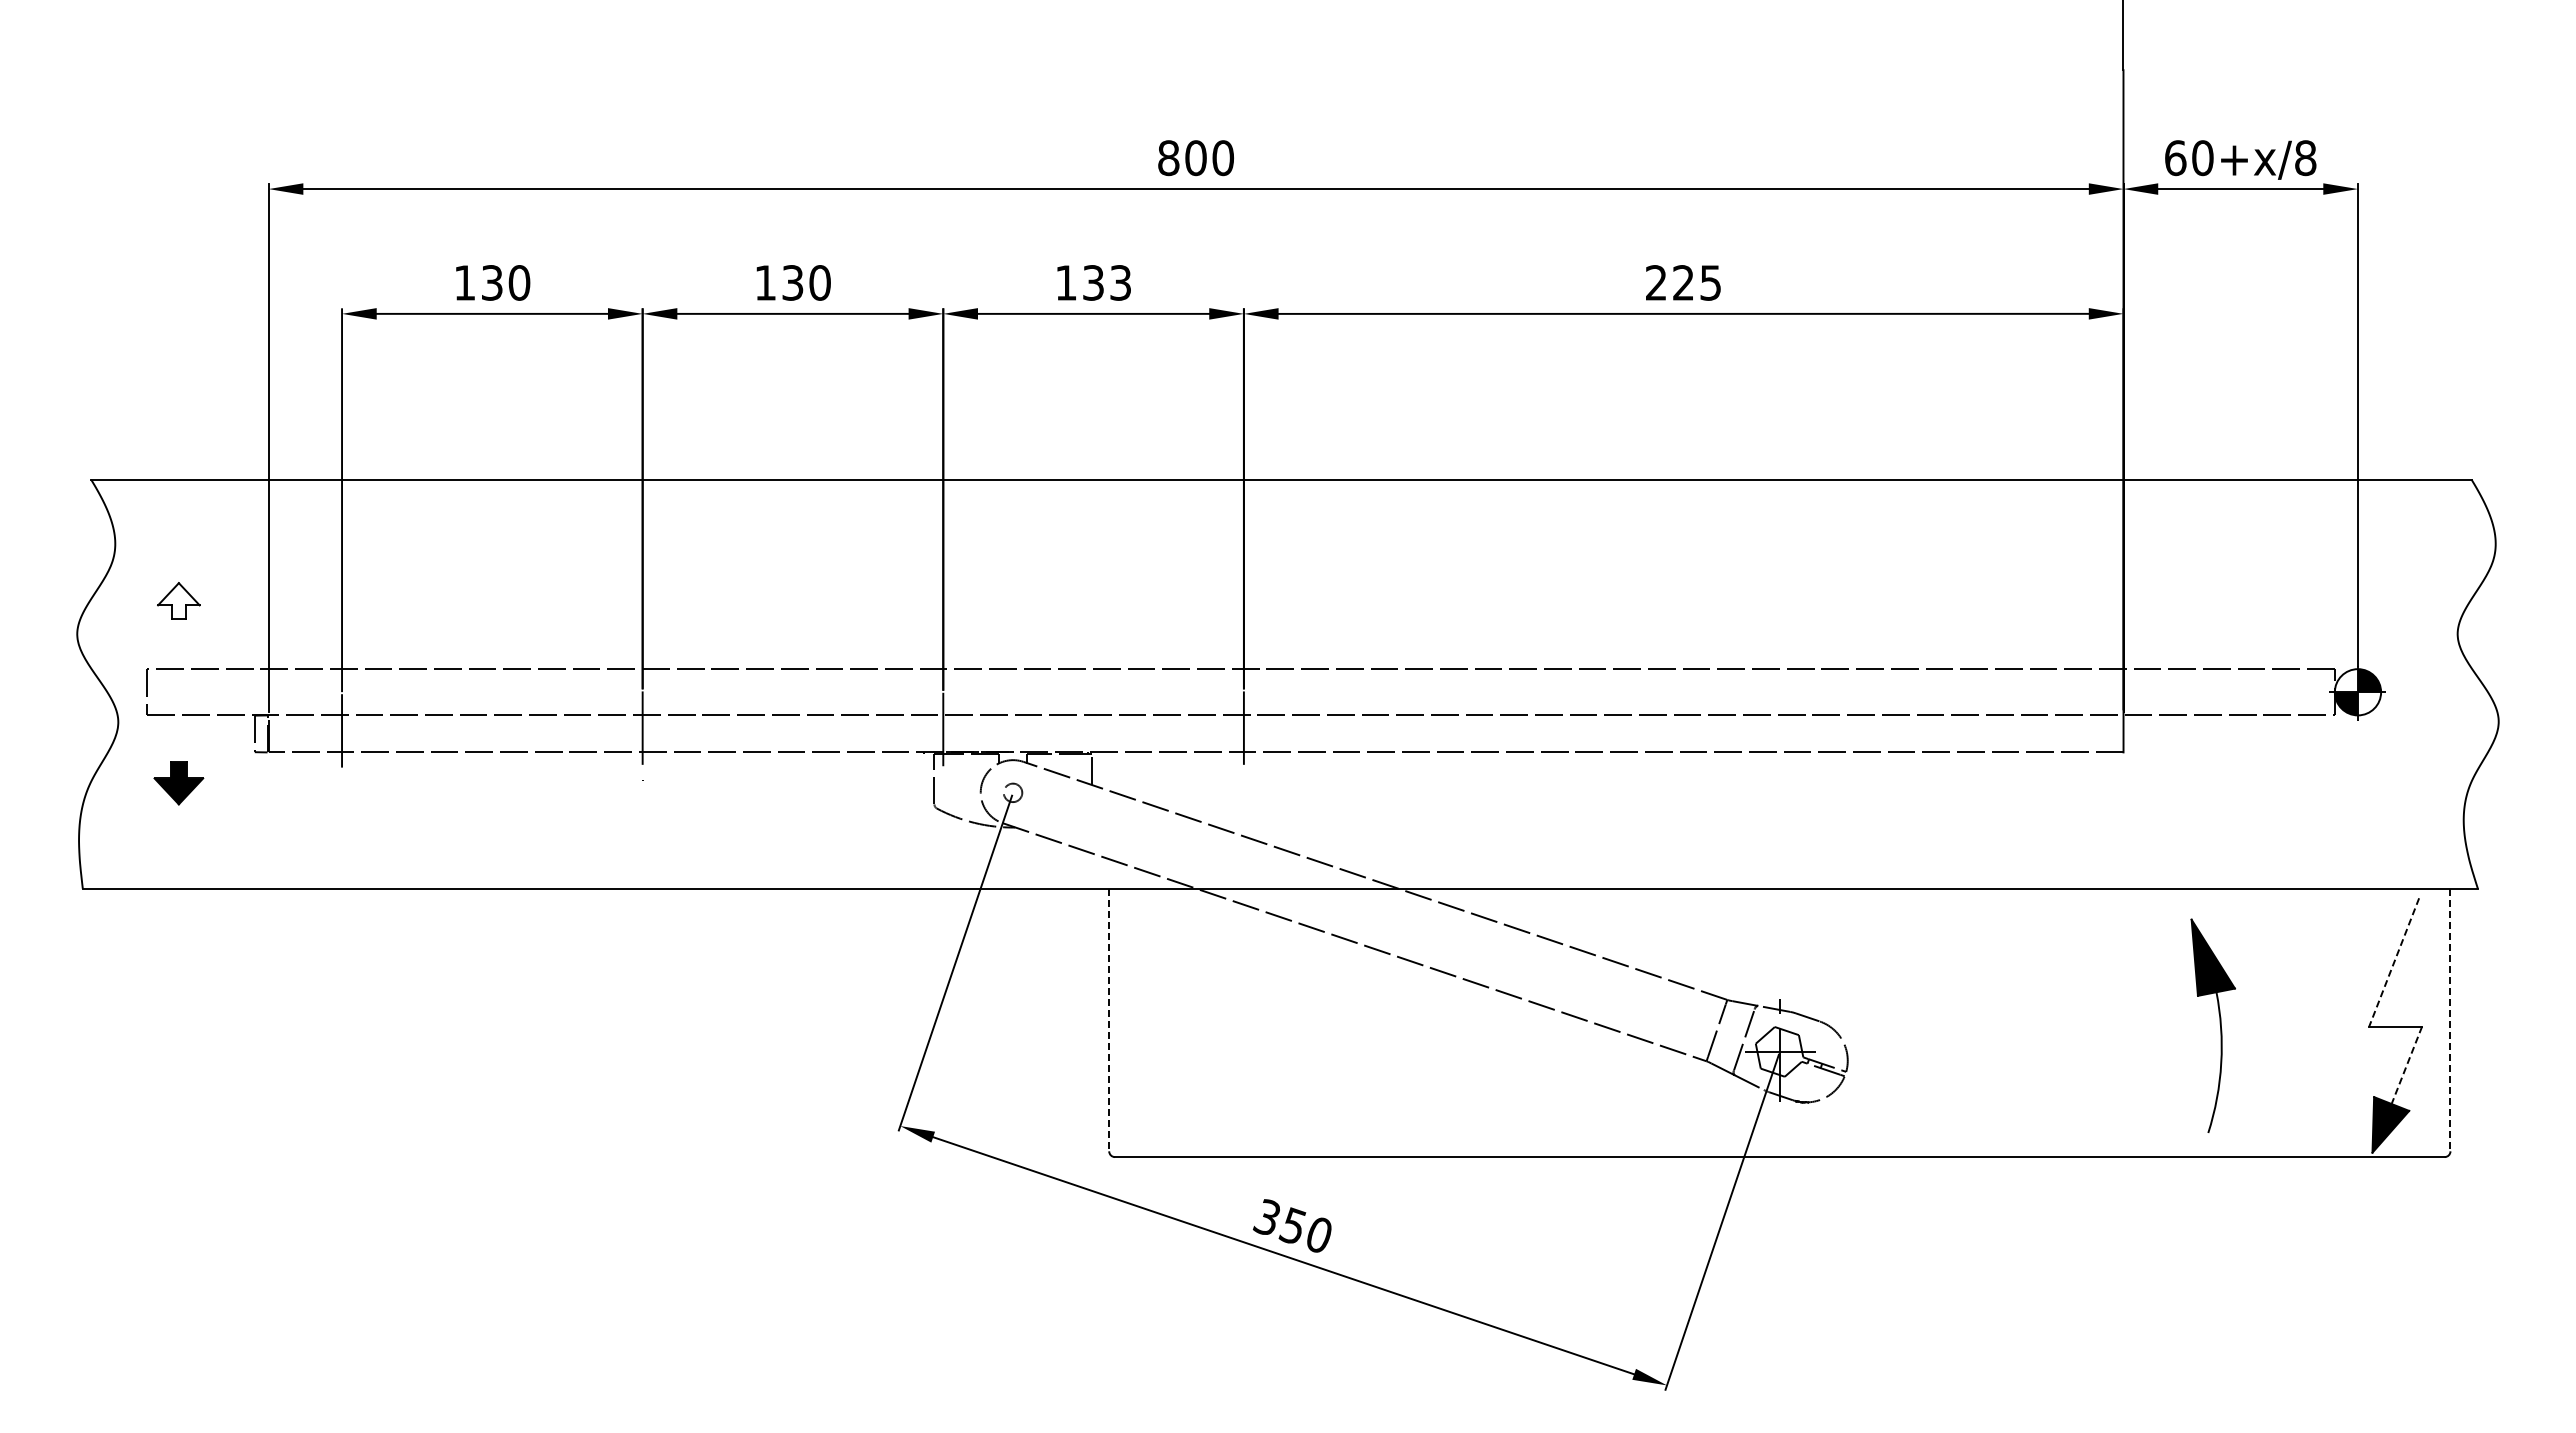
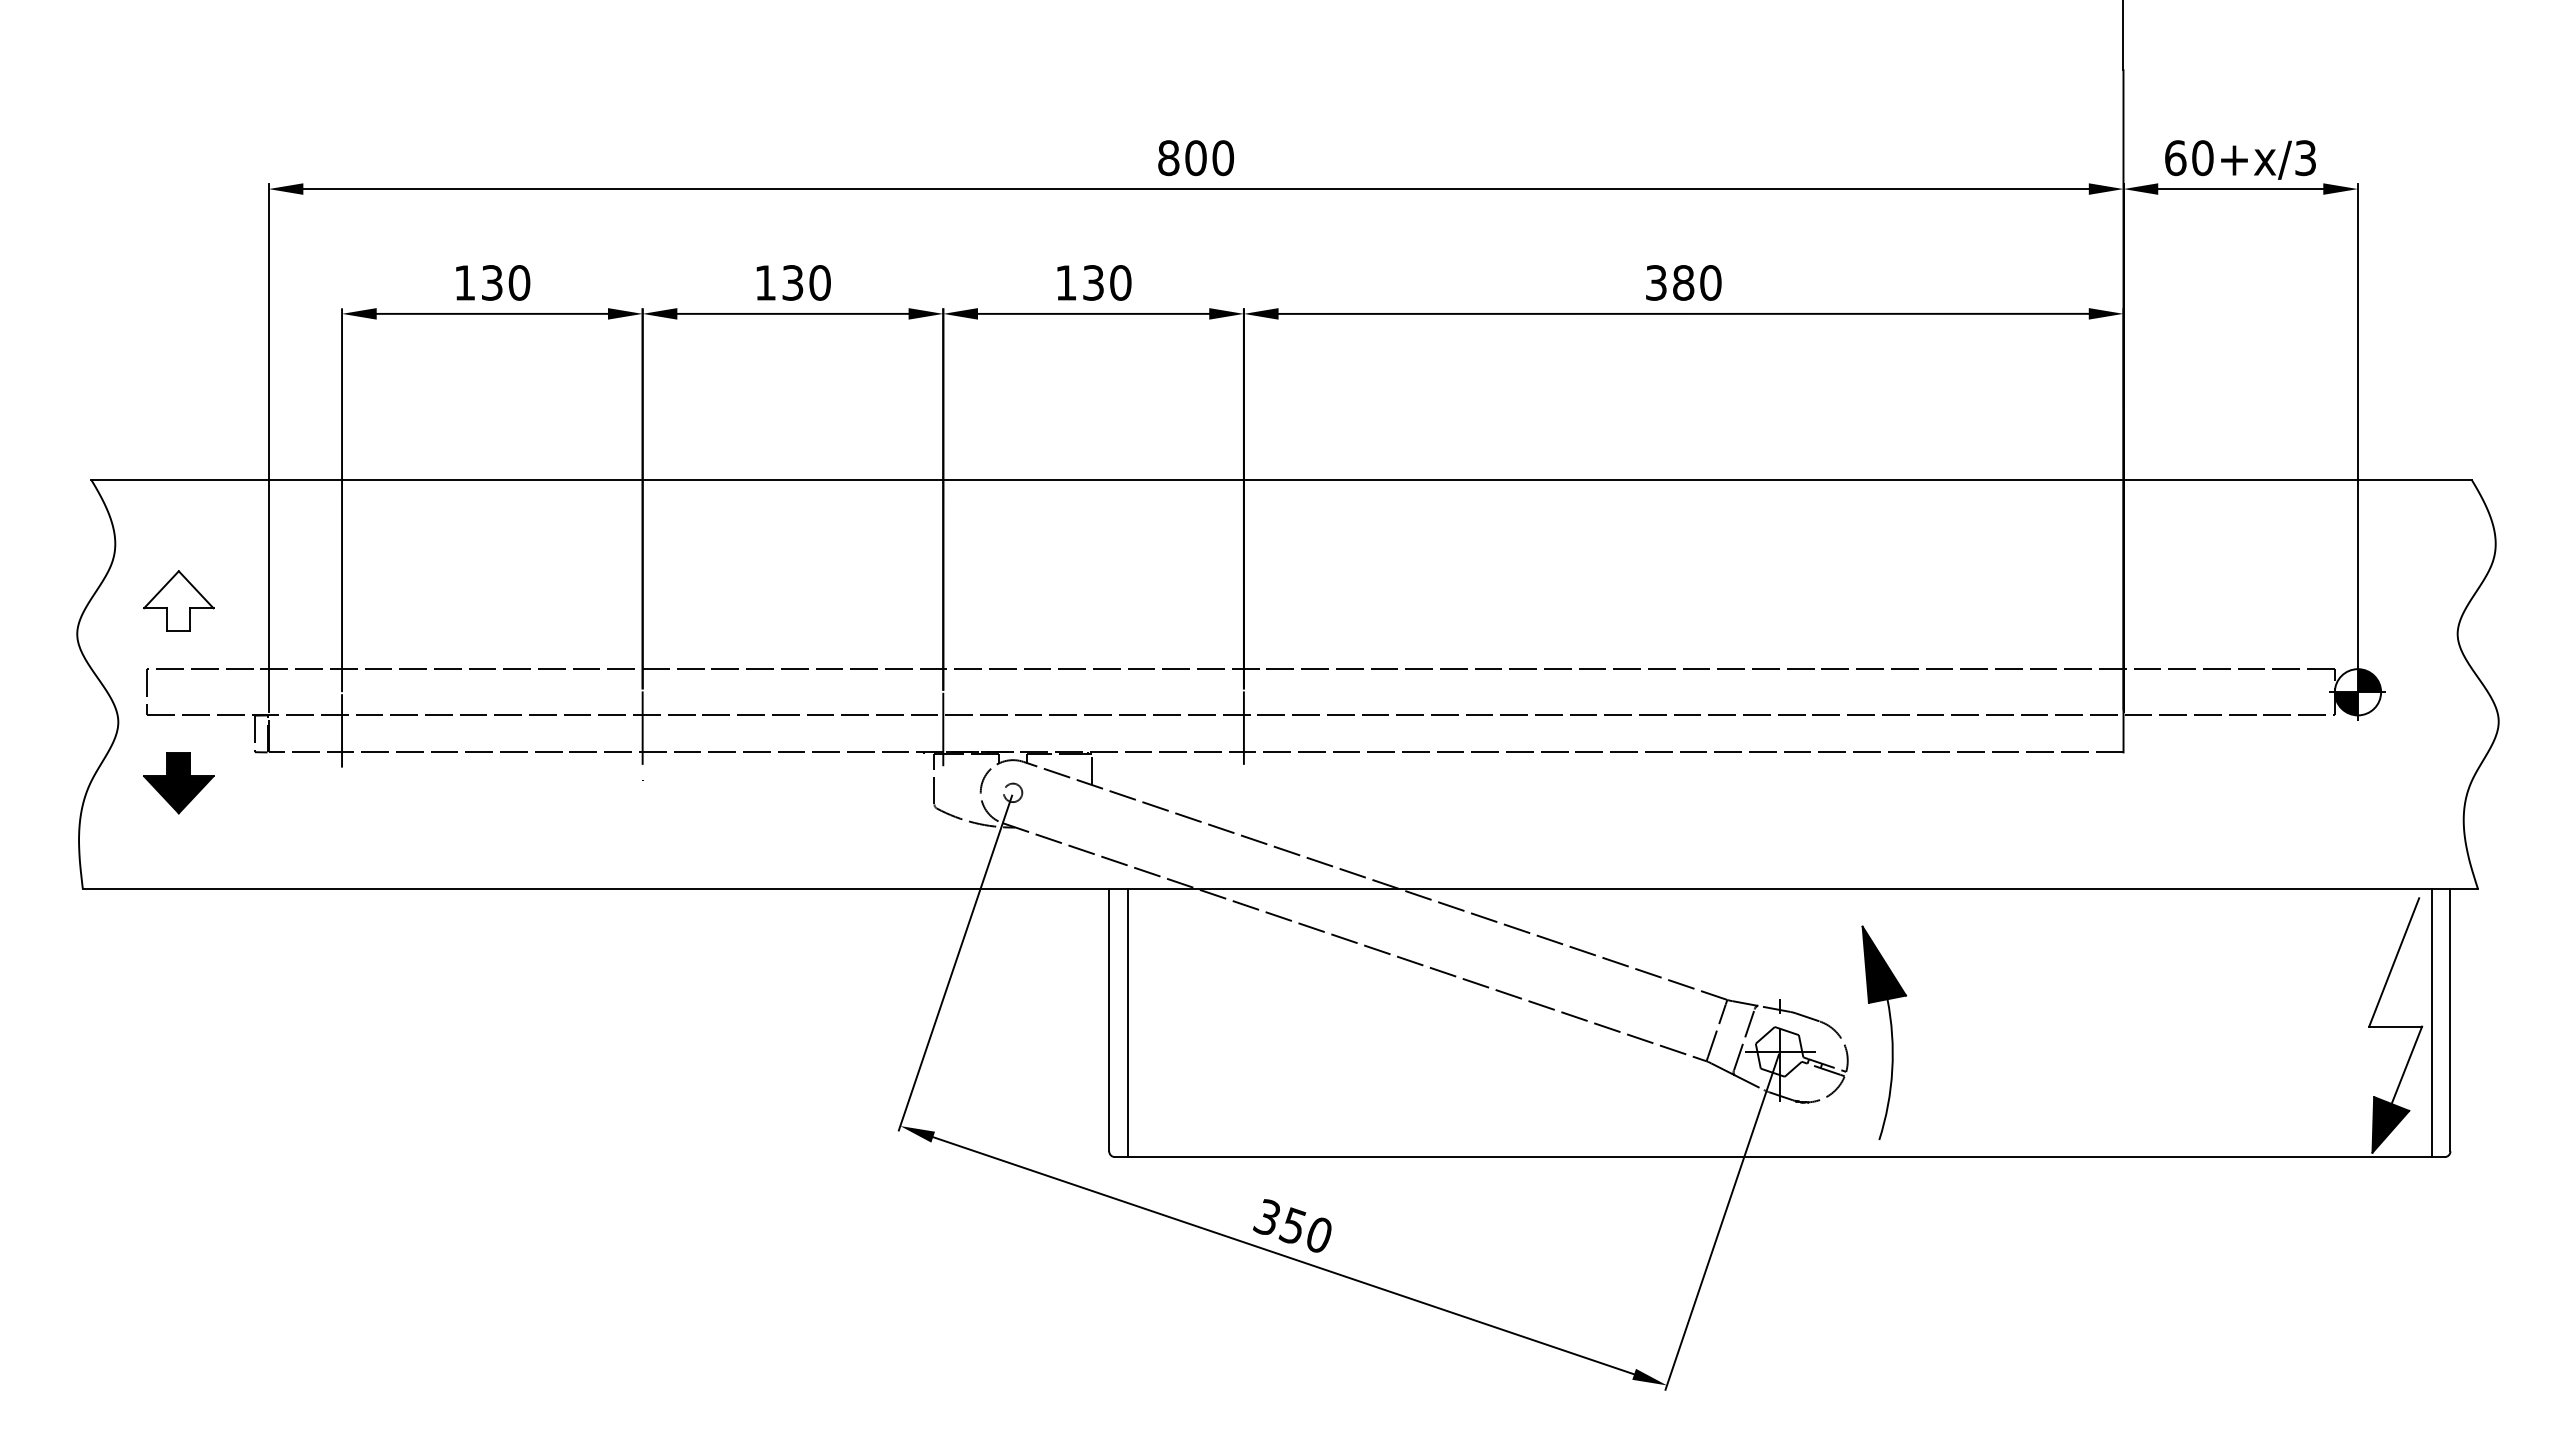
text at (2305, 158): 60+x/8 -> 60+x/3
text at (1120, 282): 133 -> 130
text at (1683, 282): 225 -> 380
part at (178, 600) size: 44x38 px -> 72x62 px
part at (178, 783) size: 52x45 px -> 72x63 px
line at (2394, 962): dashed -> solid
line at (1109, 1020): dashed -> solid
line at (2450, 1020): dashed -> solid
line at (1127, 1022): none -> present
line at (2431, 1022): none -> present
part at (2219, 1024) position: (2219, 1024) -> (1890, 1031)
line at (2406, 1065): dashed -> solid
